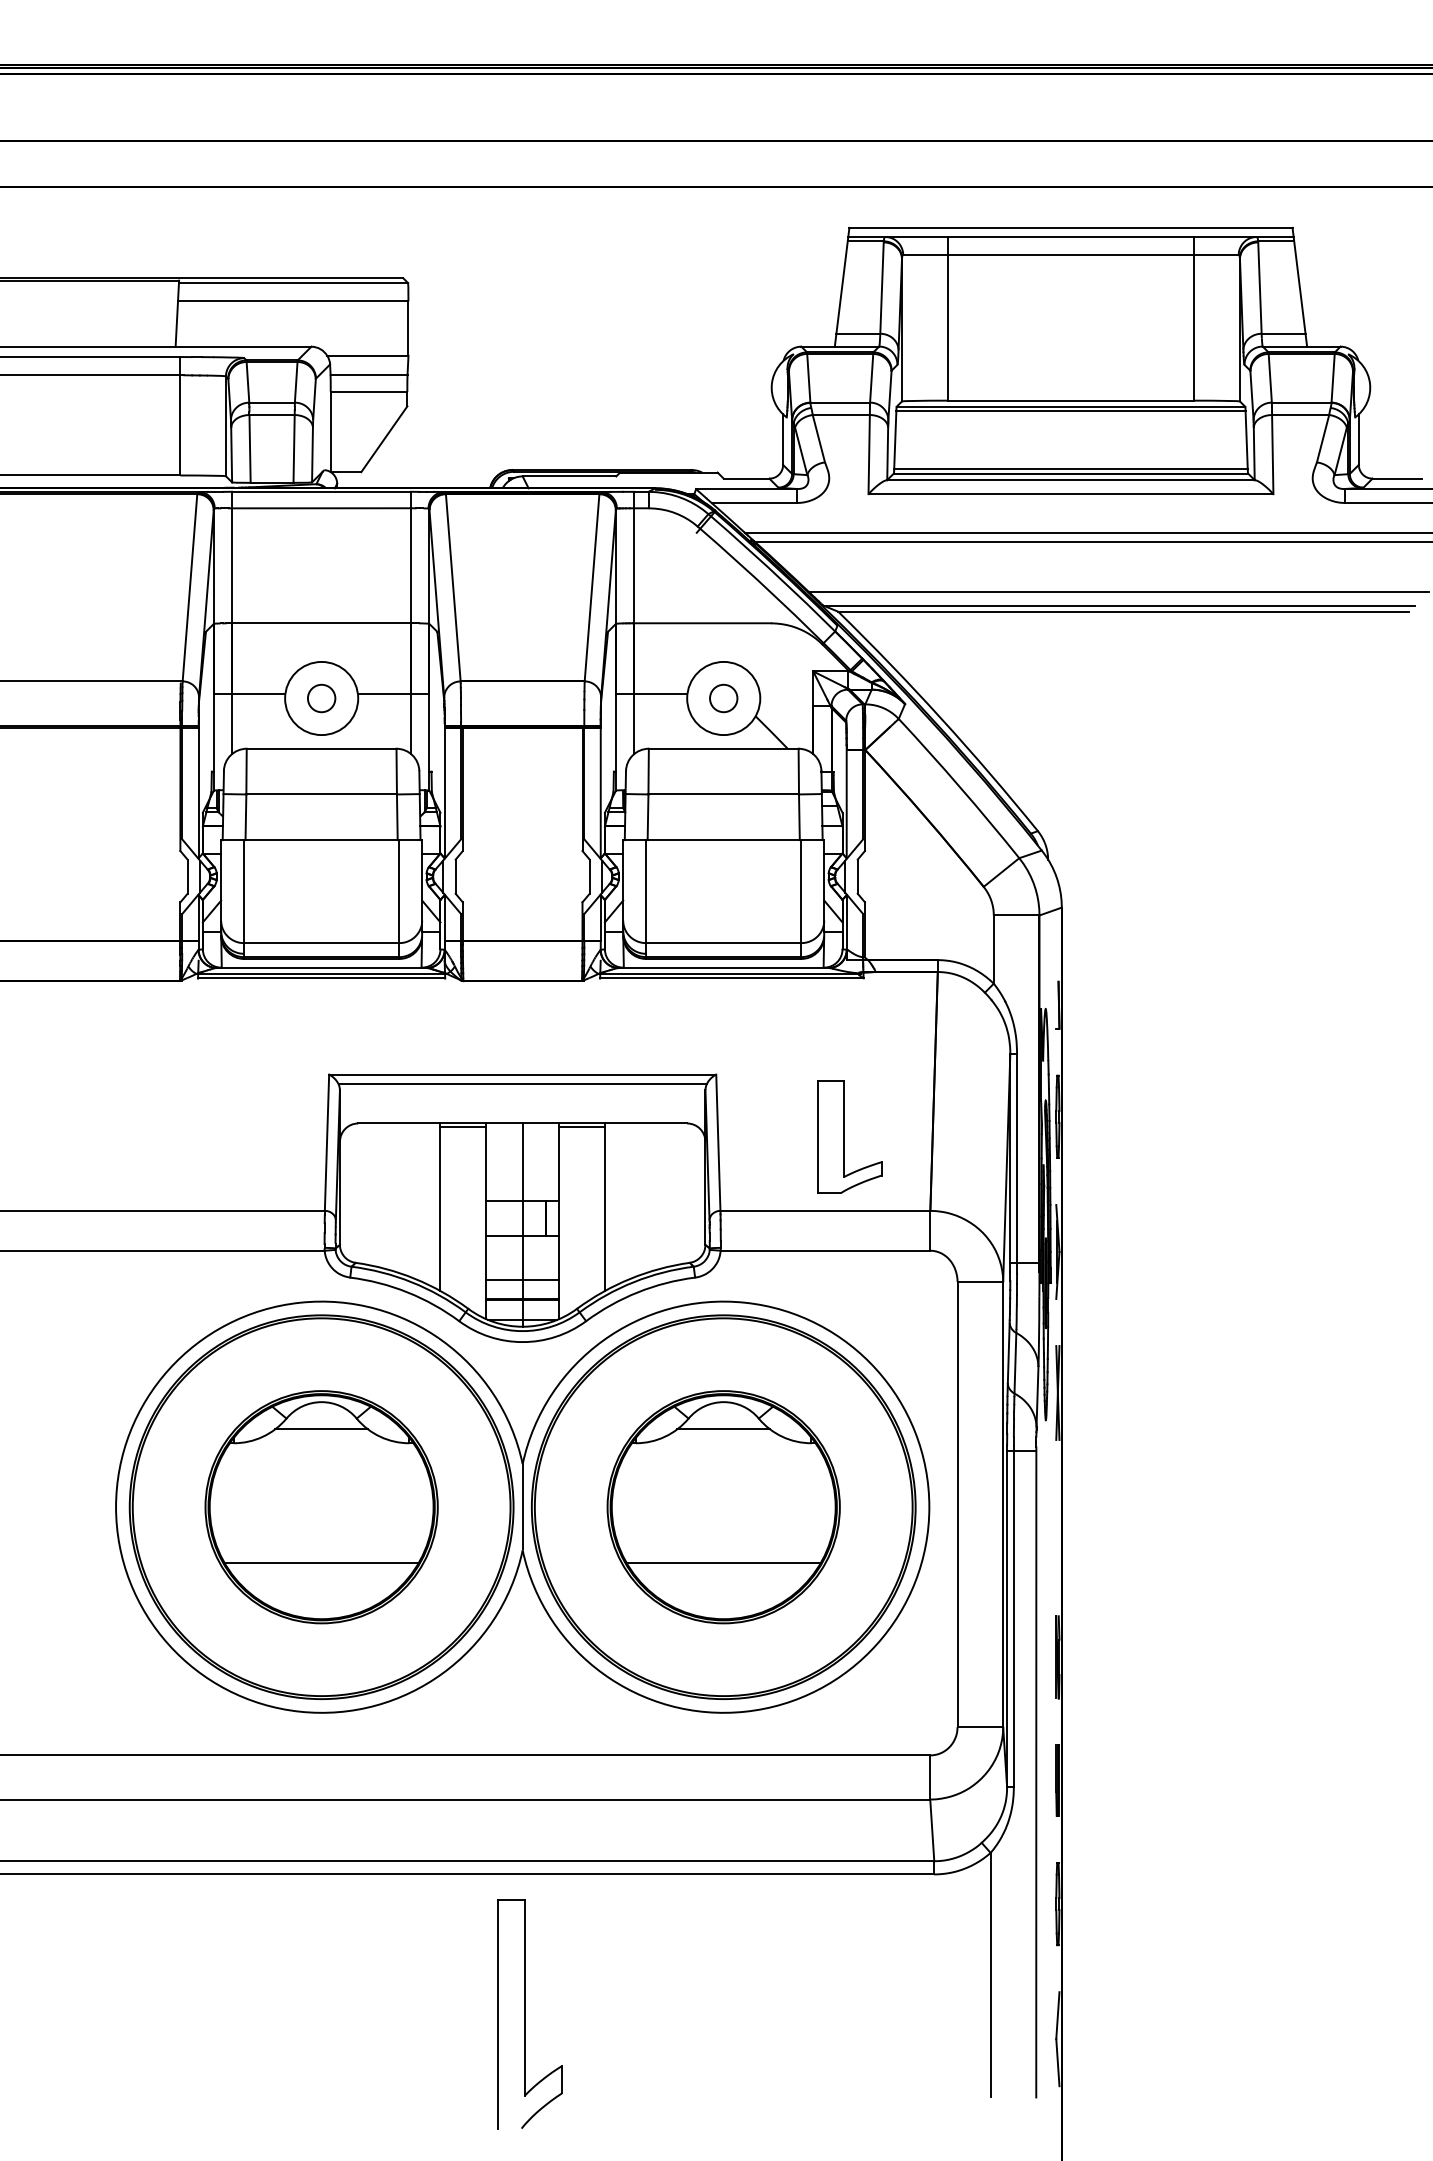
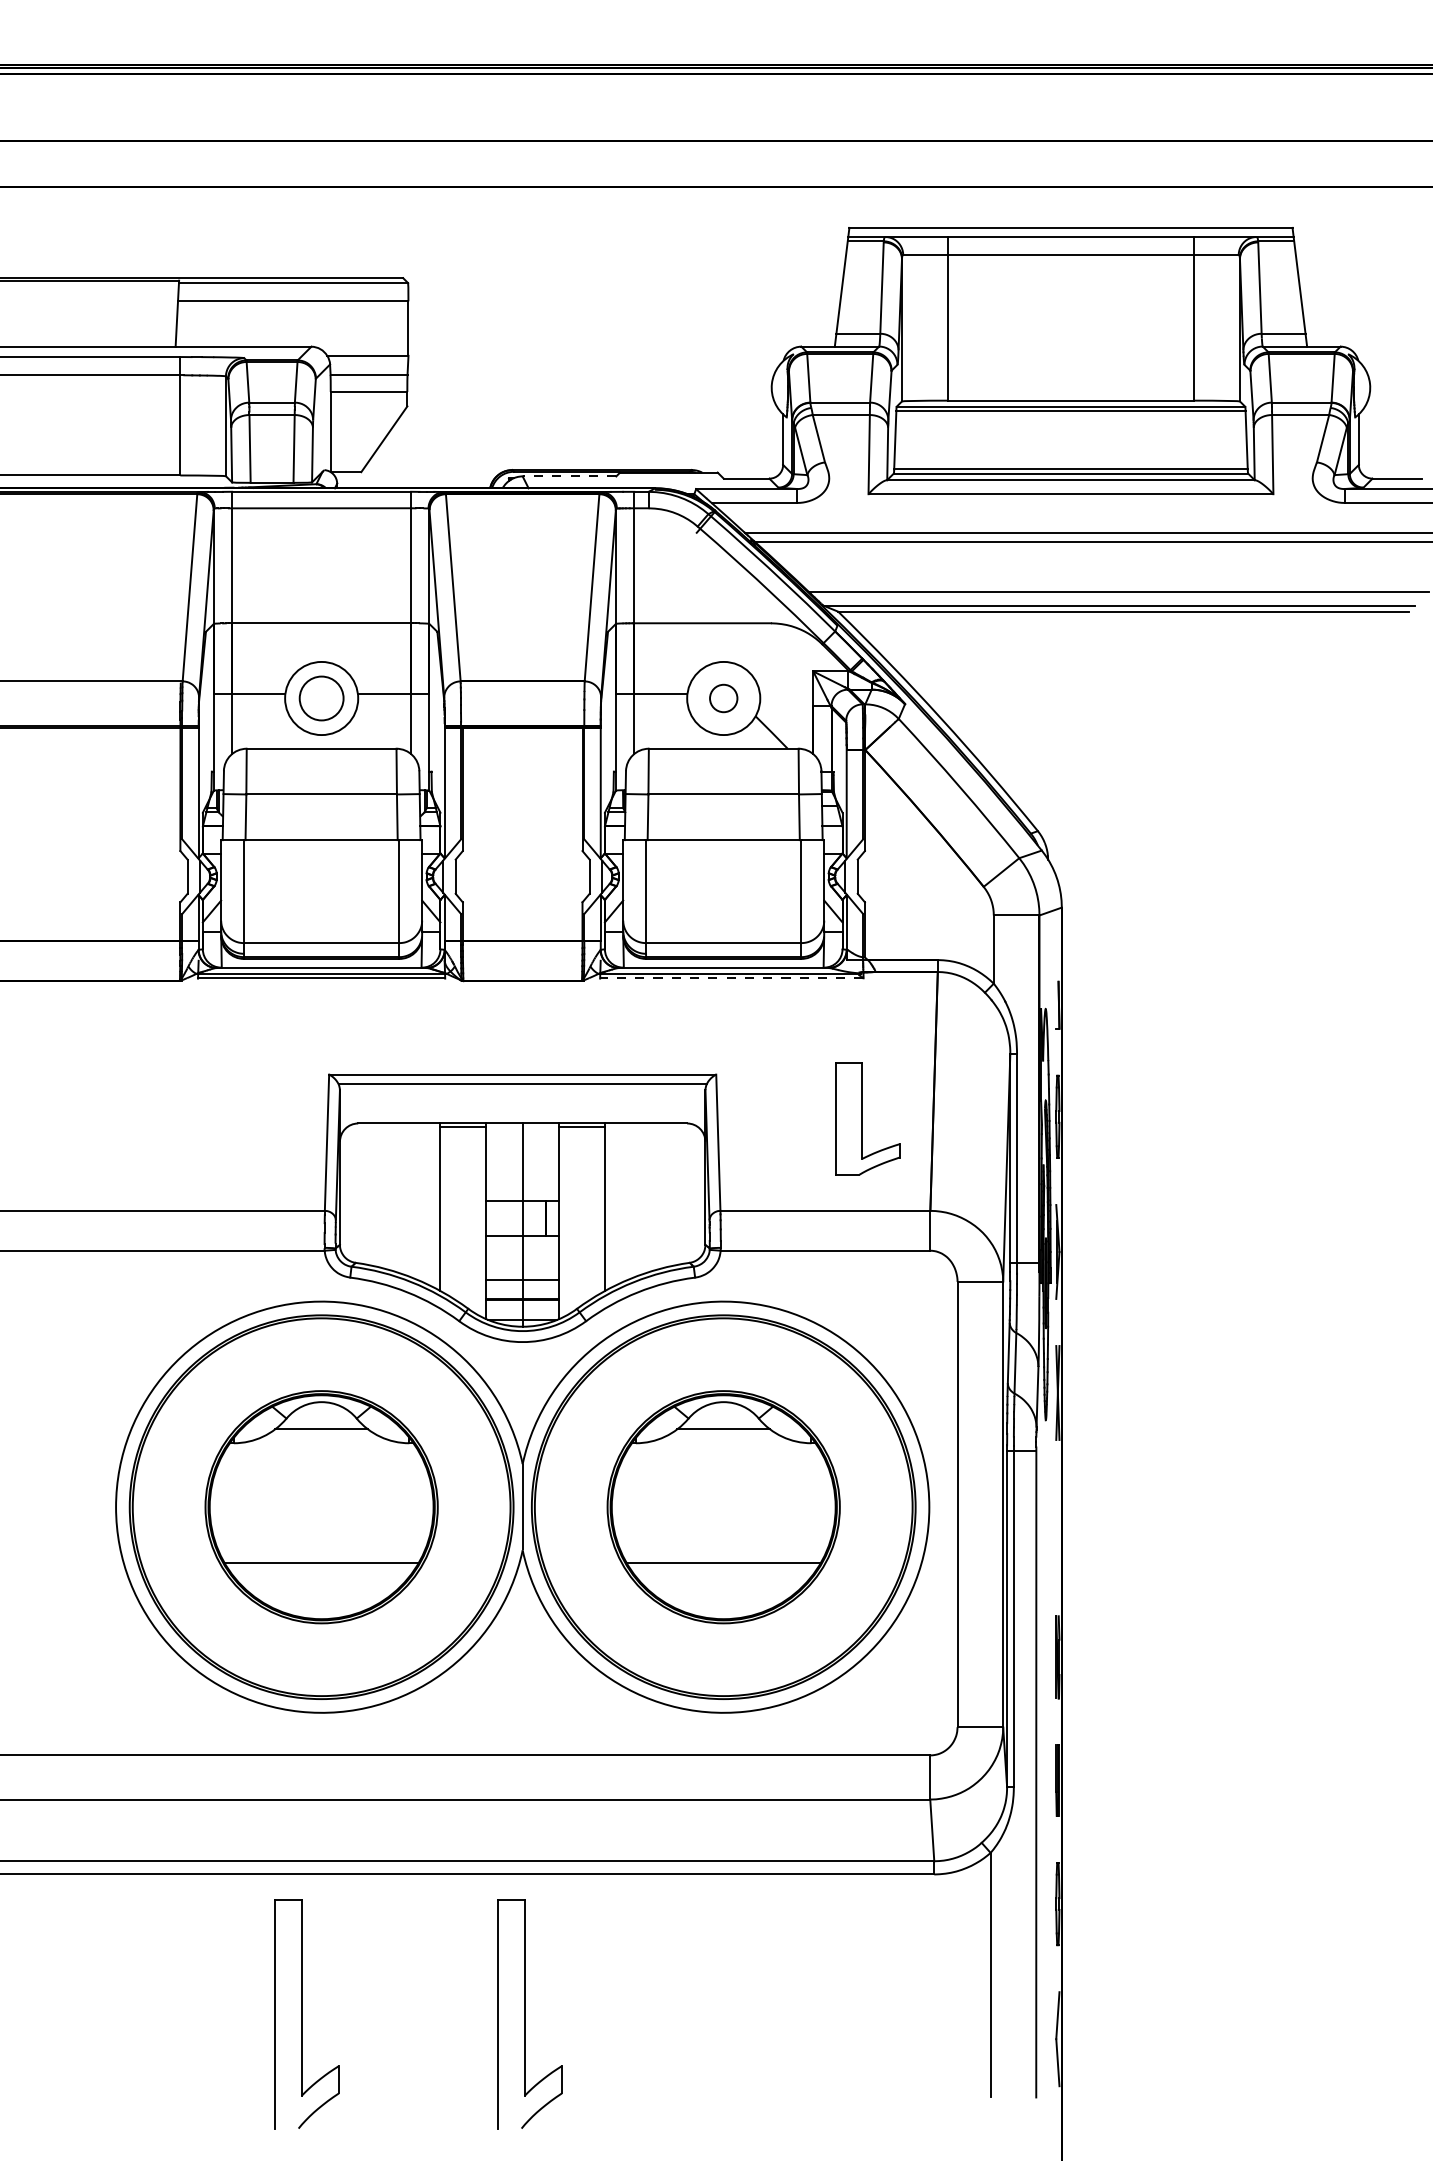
line at (569, 476): solid -> dashed
circle at (321, 698) diameter: 27 px -> 44 px
line at (731, 978): solid -> dashed
part at (849, 1136) position: (849, 1136) -> (867, 1118)
part at (306, 2014): none -> present
